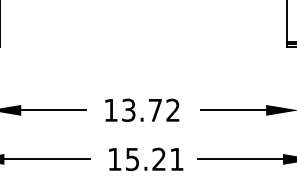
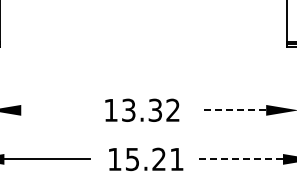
text at (154, 109): 13.72 -> 13.32
line at (53, 110): present -> none
line at (233, 110): solid -> dashed
line at (240, 159): solid -> dashed
